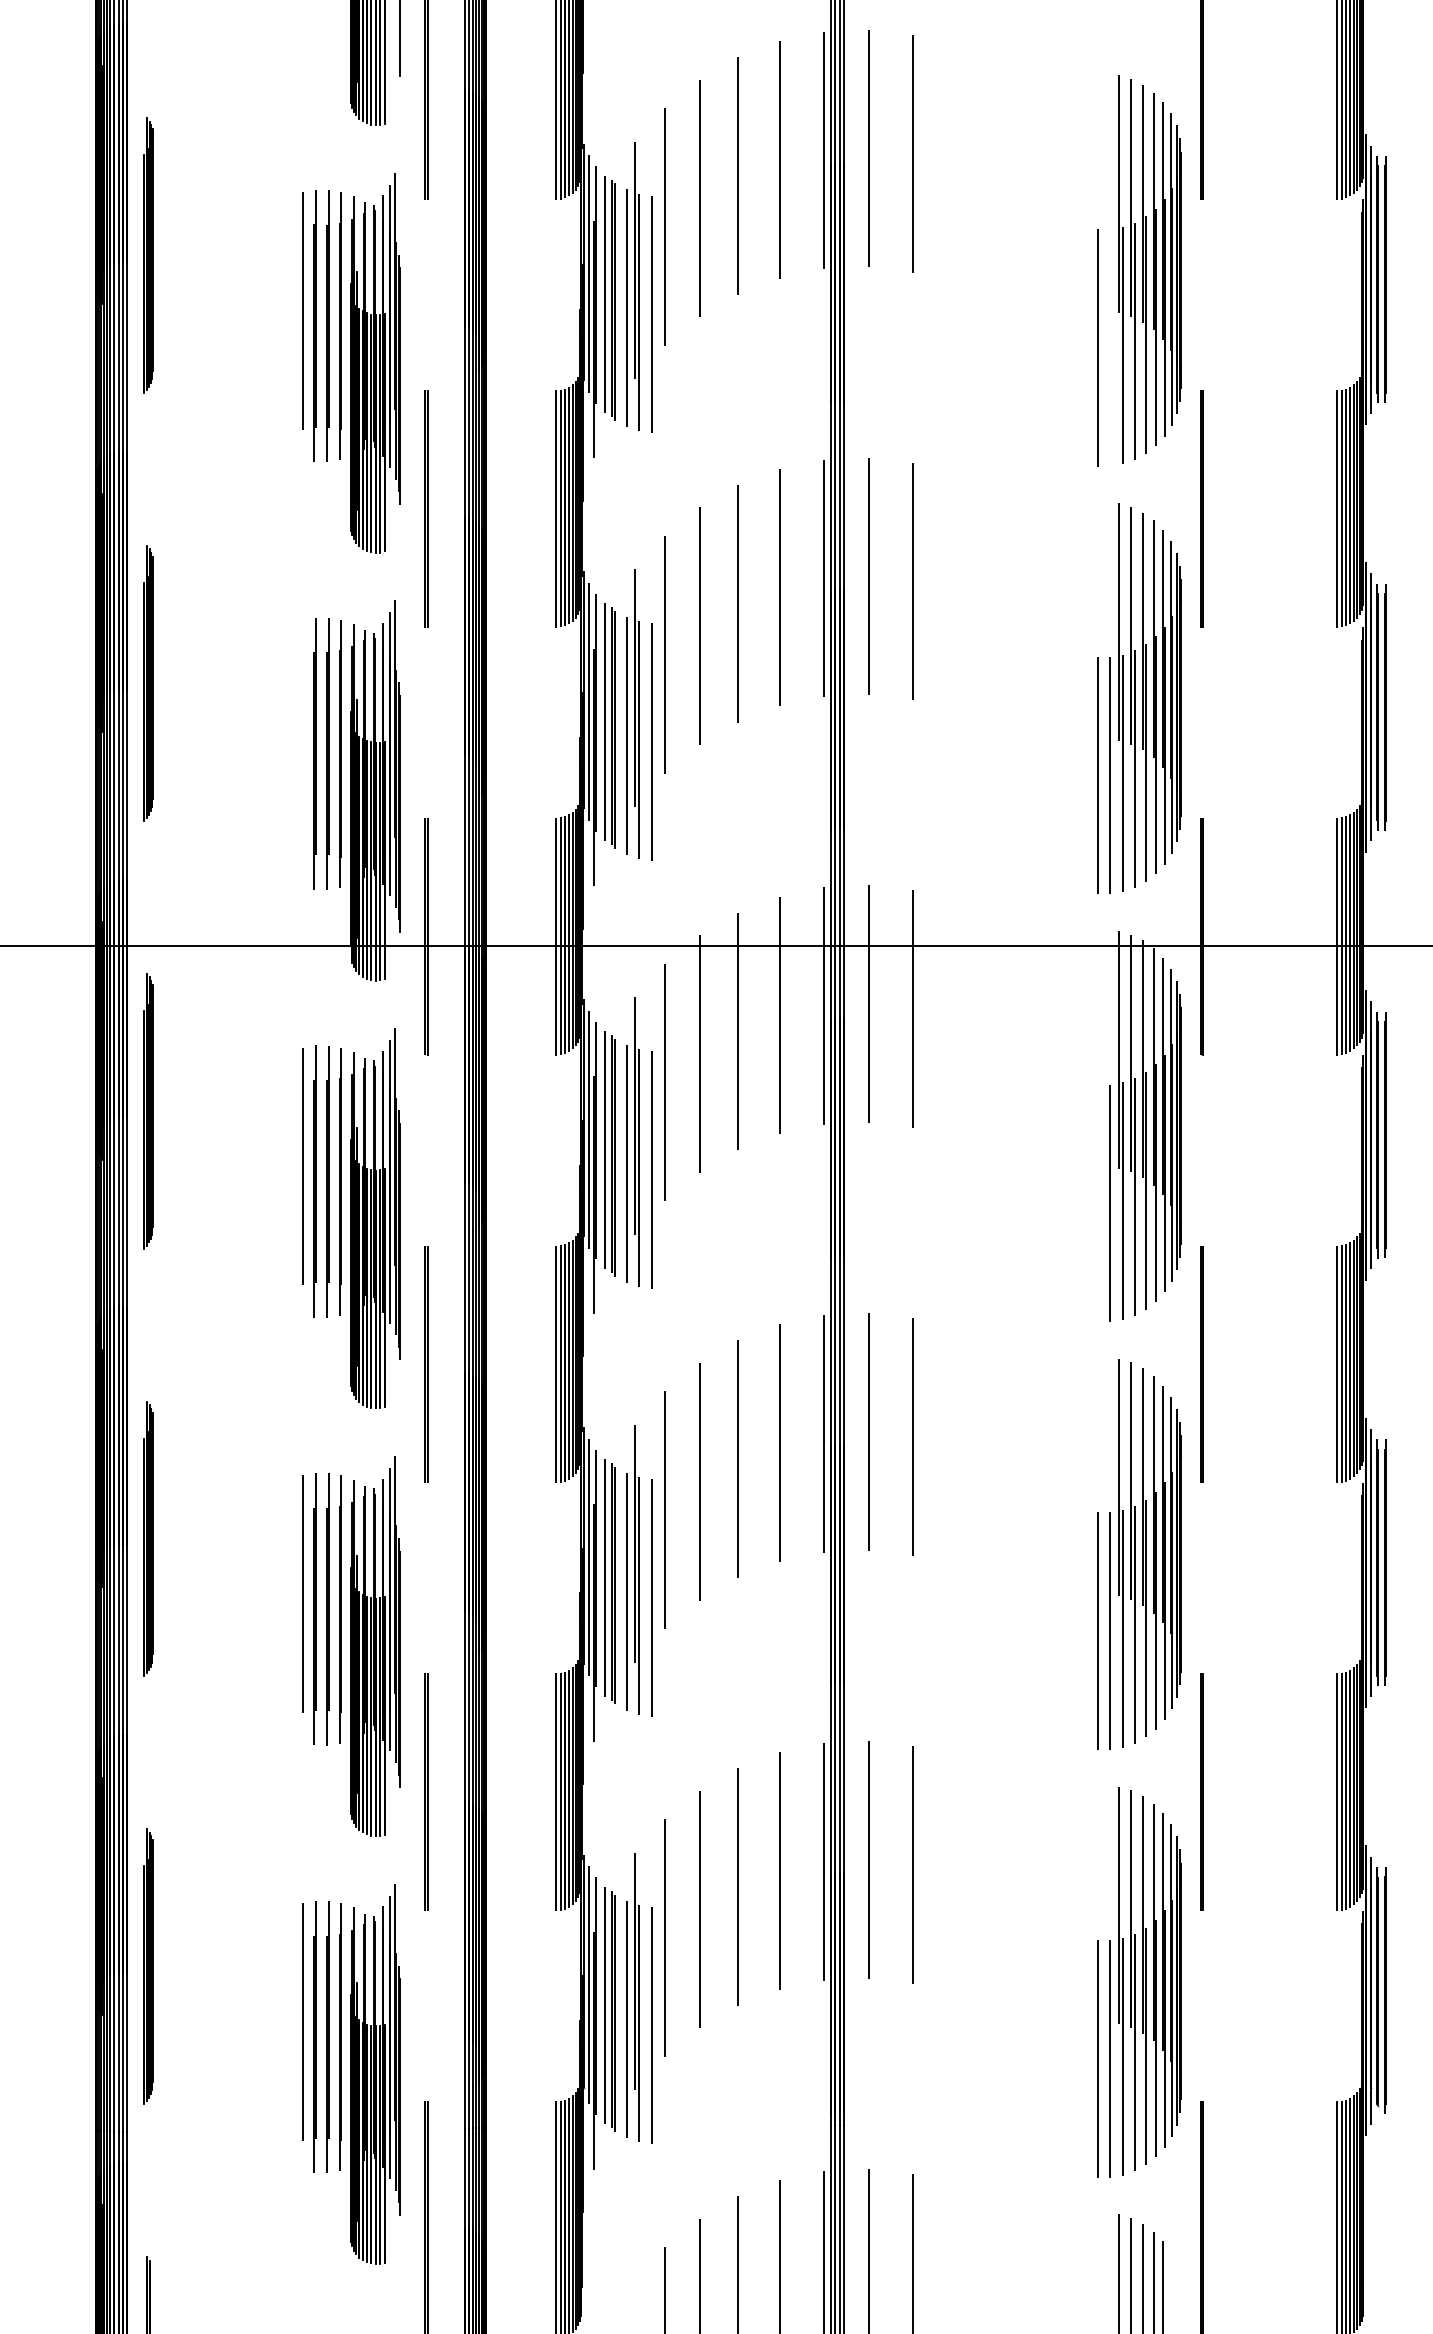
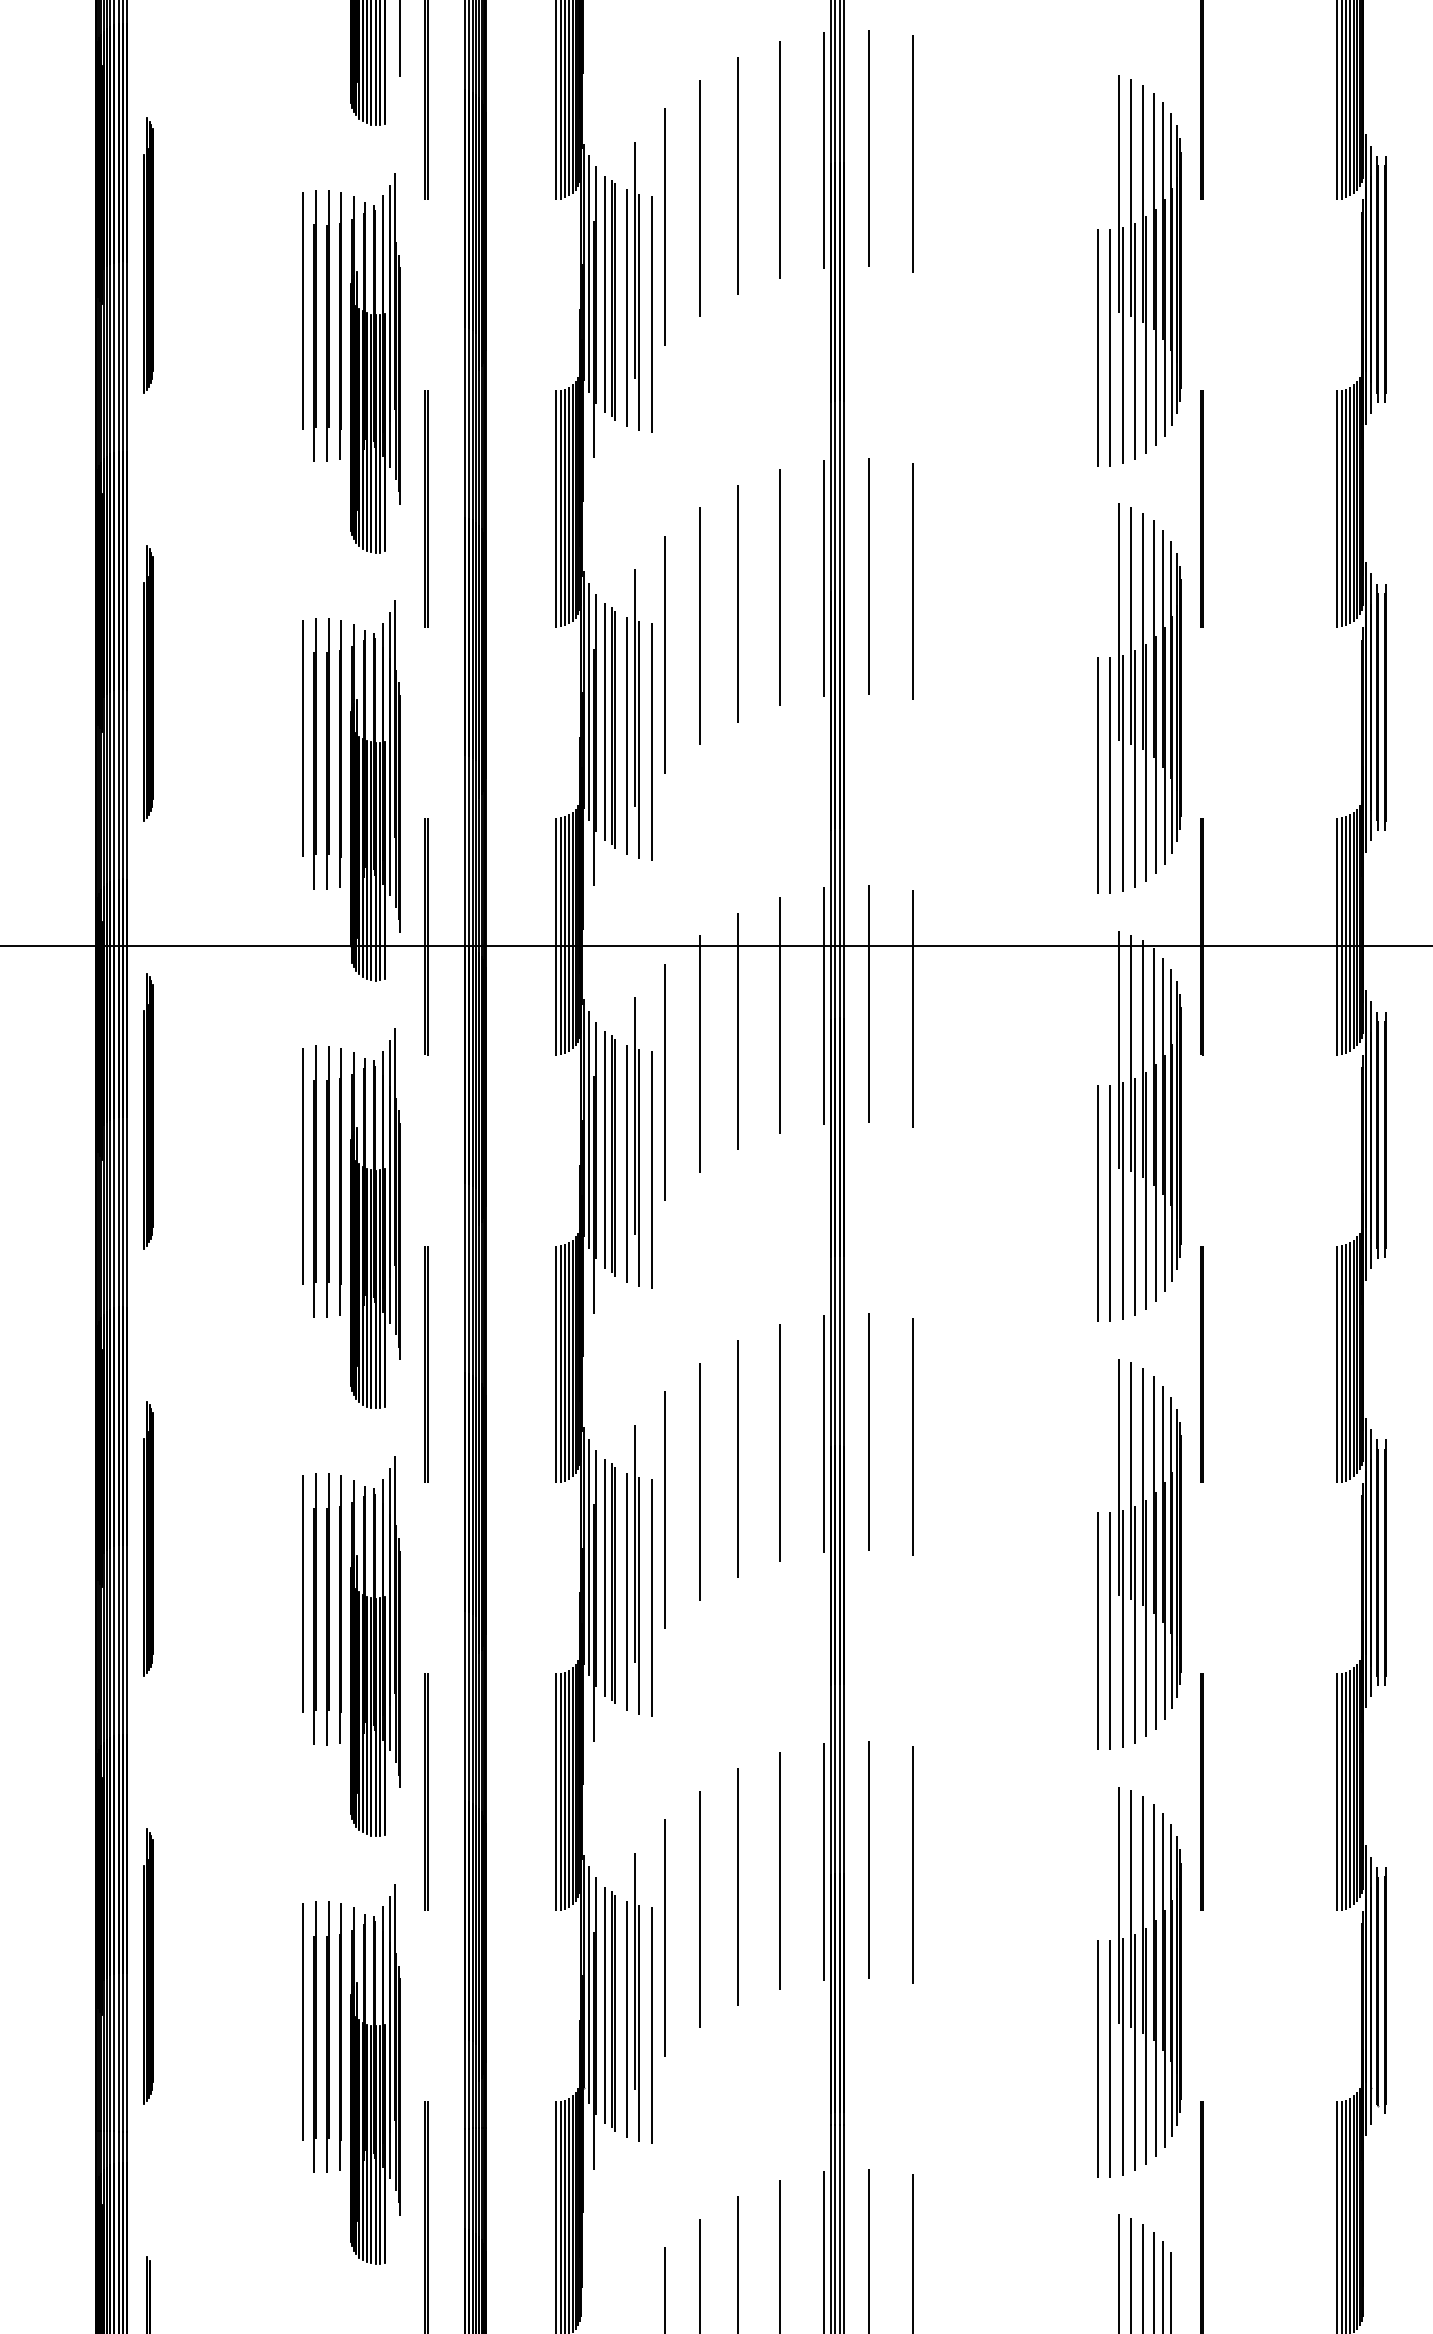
line at (1110, 347): none -> present
line at (302, 738): none -> present
line at (1097, 1203): none -> present
line at (1170, 2291): none -> present
